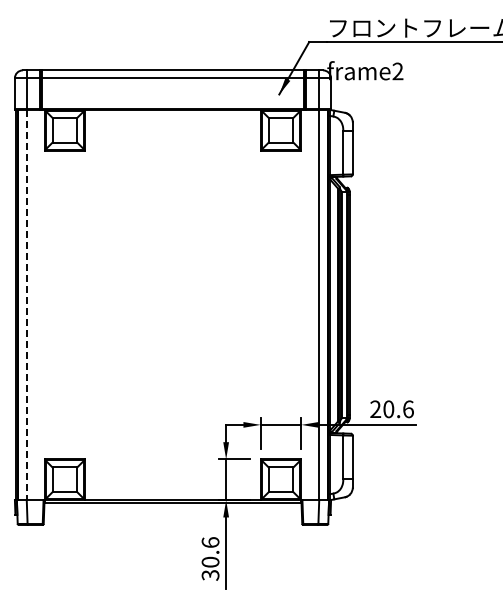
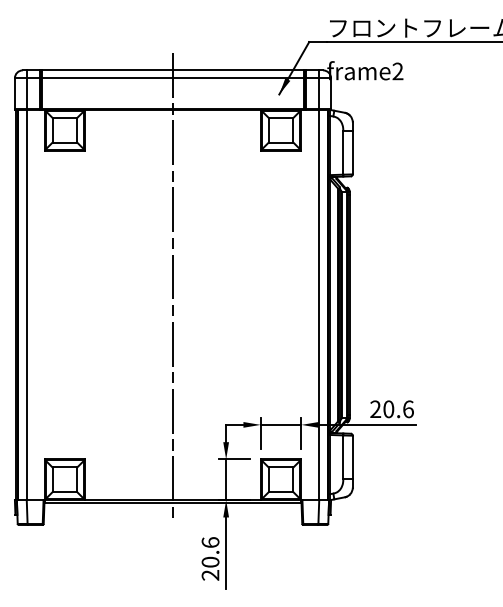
line at (173, 286): none -> present
line at (27, 305): dashed -> solid
text at (210, 575): 30.6 -> 20.6
